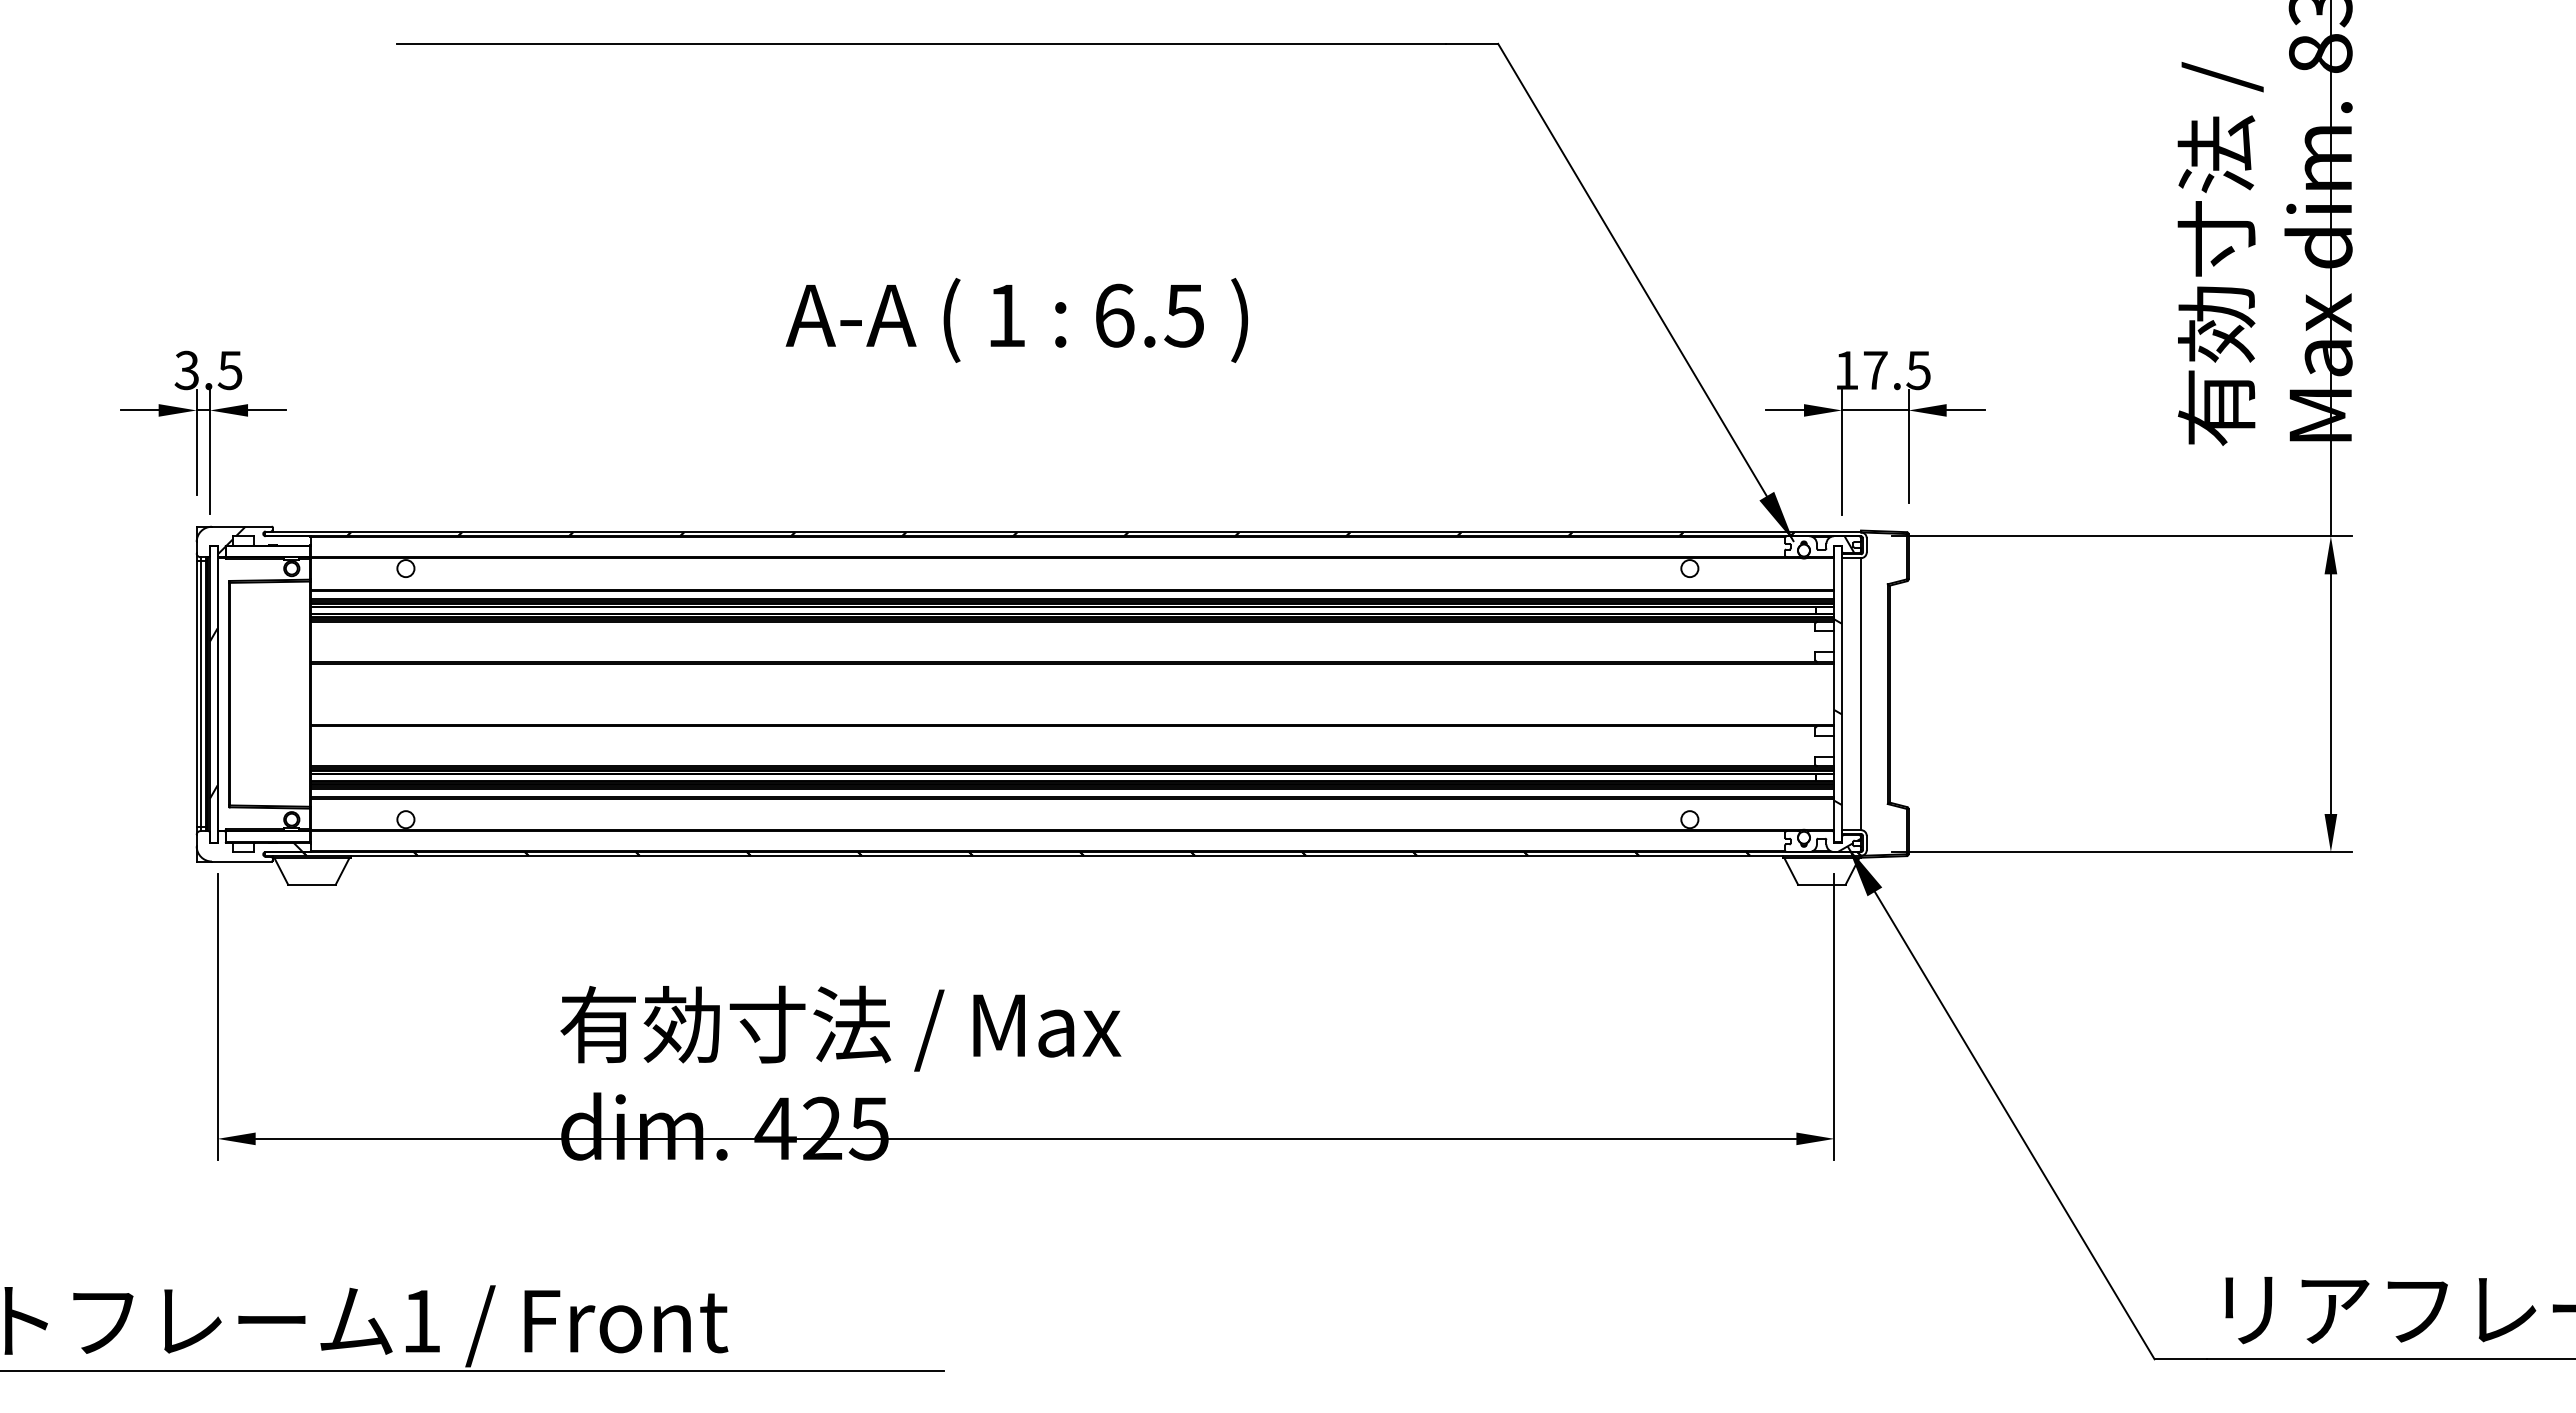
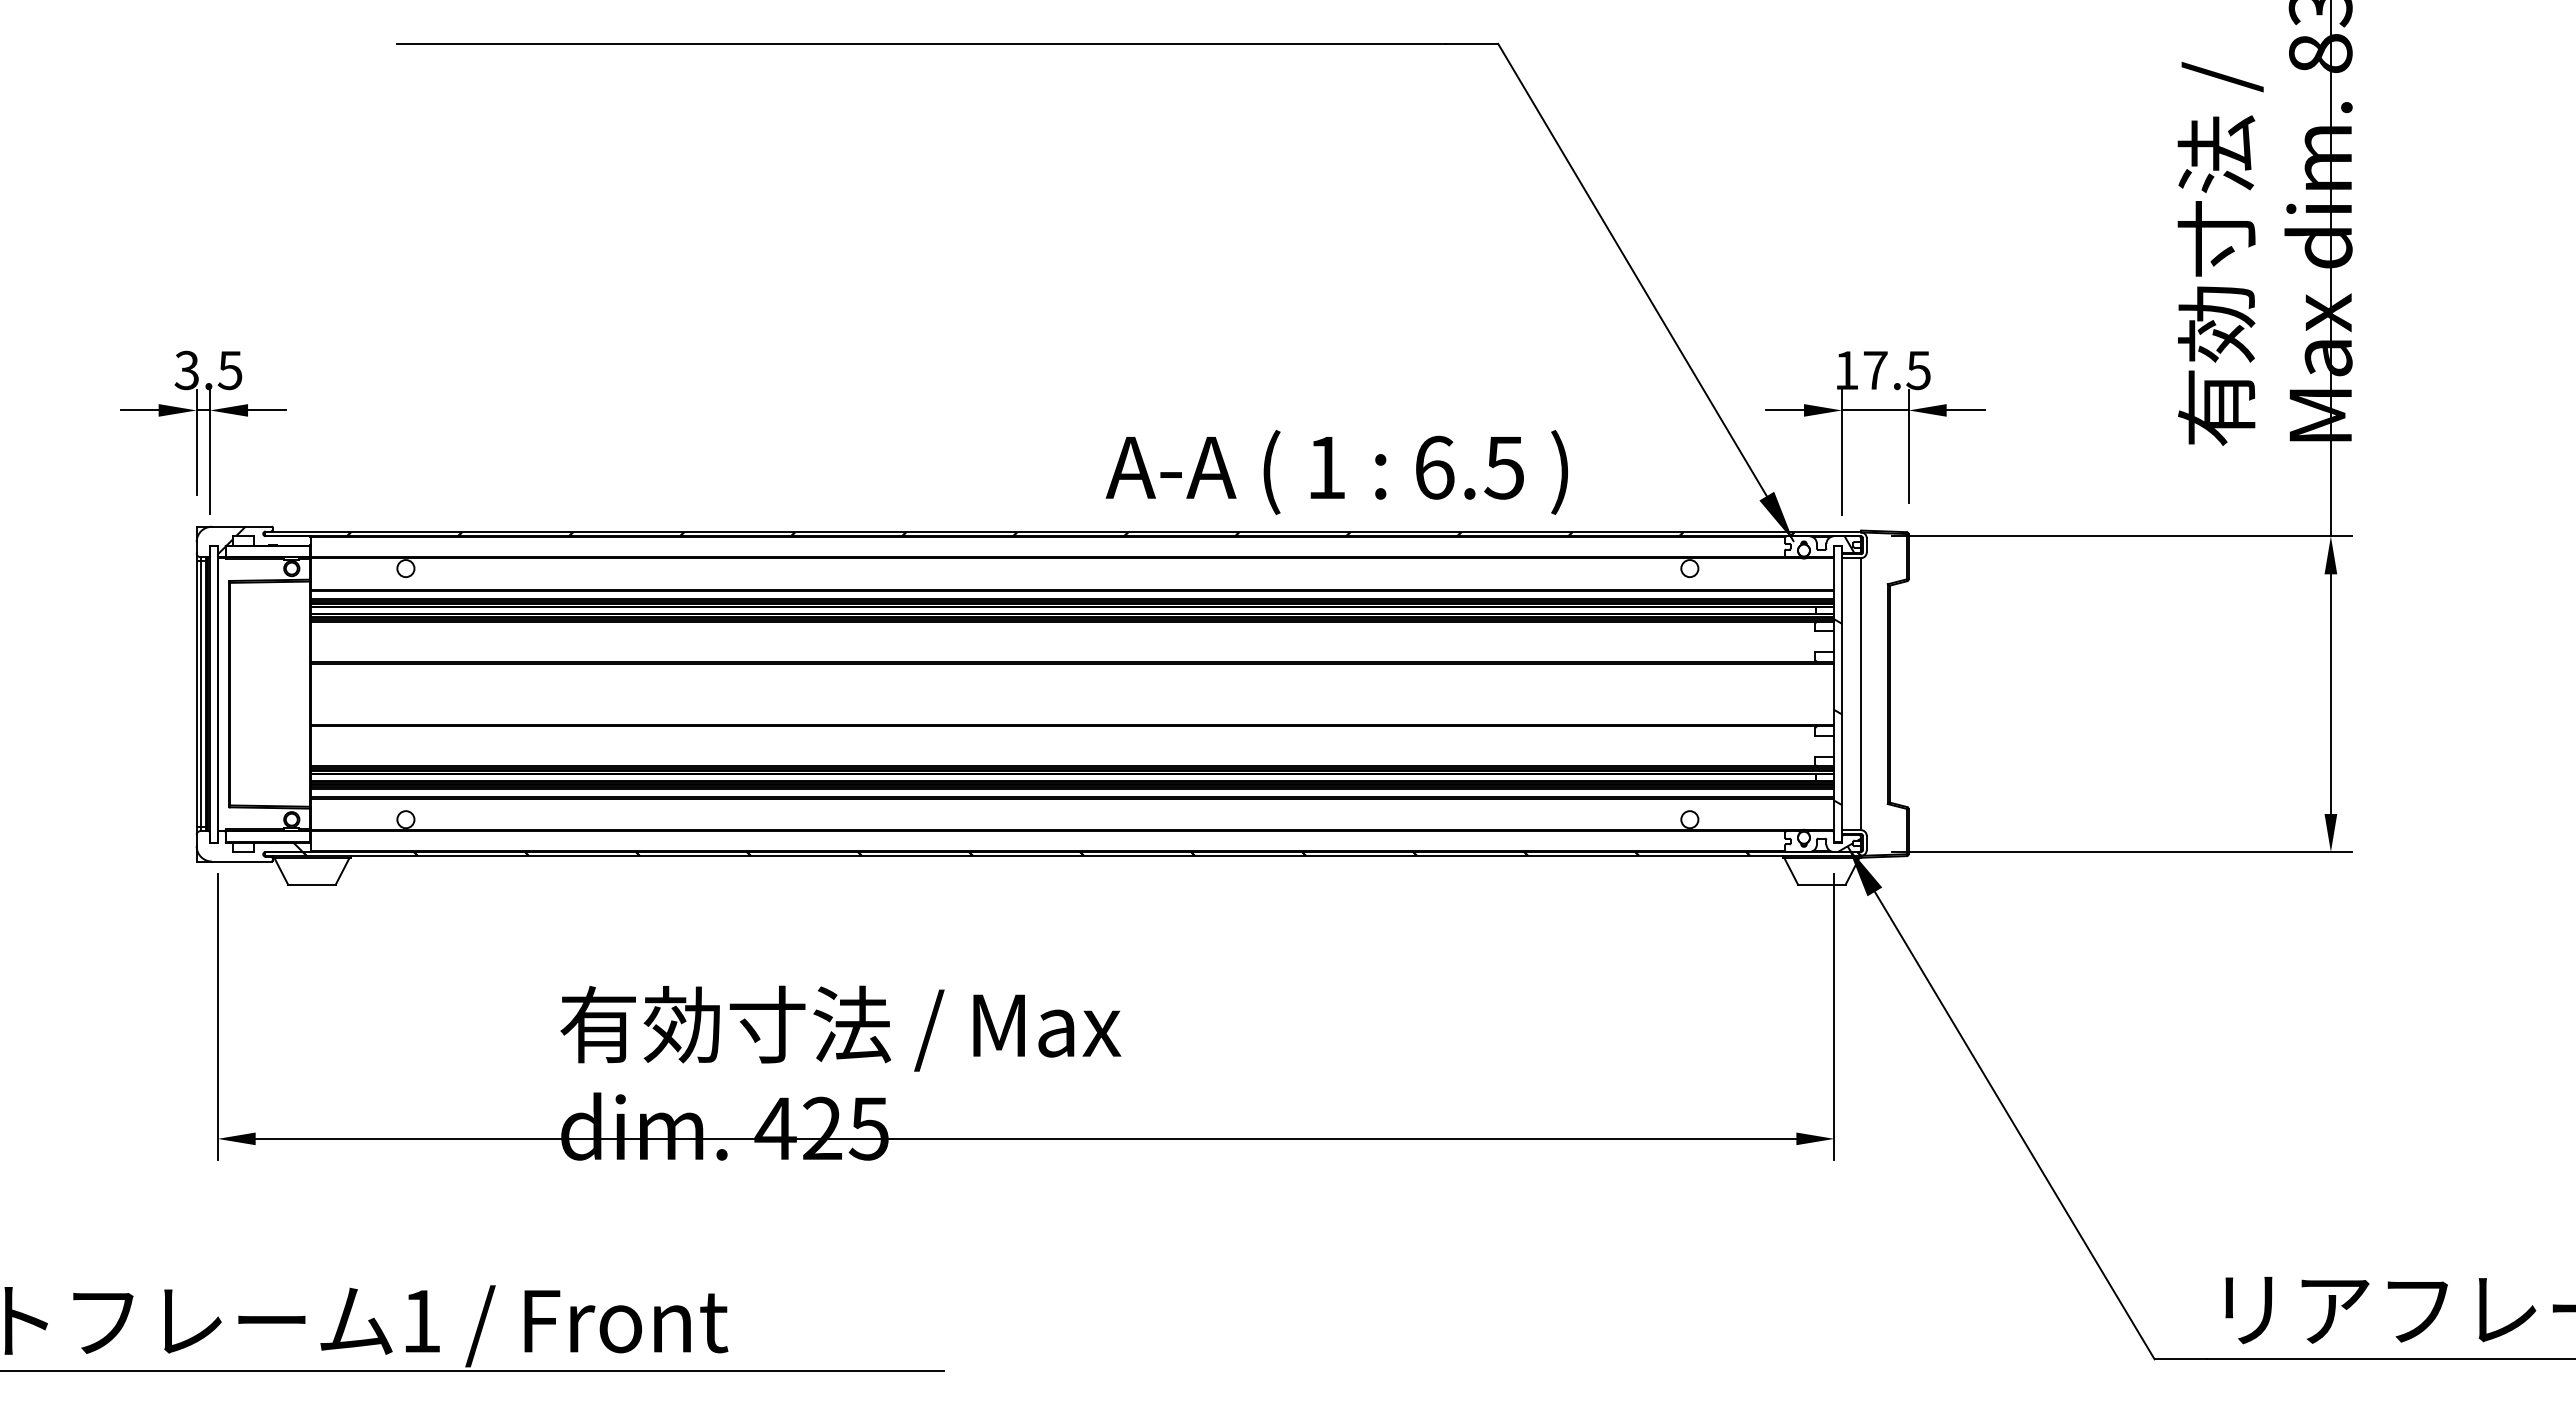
text at (1016, 320) position: (1016, 320) -> (1336, 472)
hatch at (213, 713): present -> none
